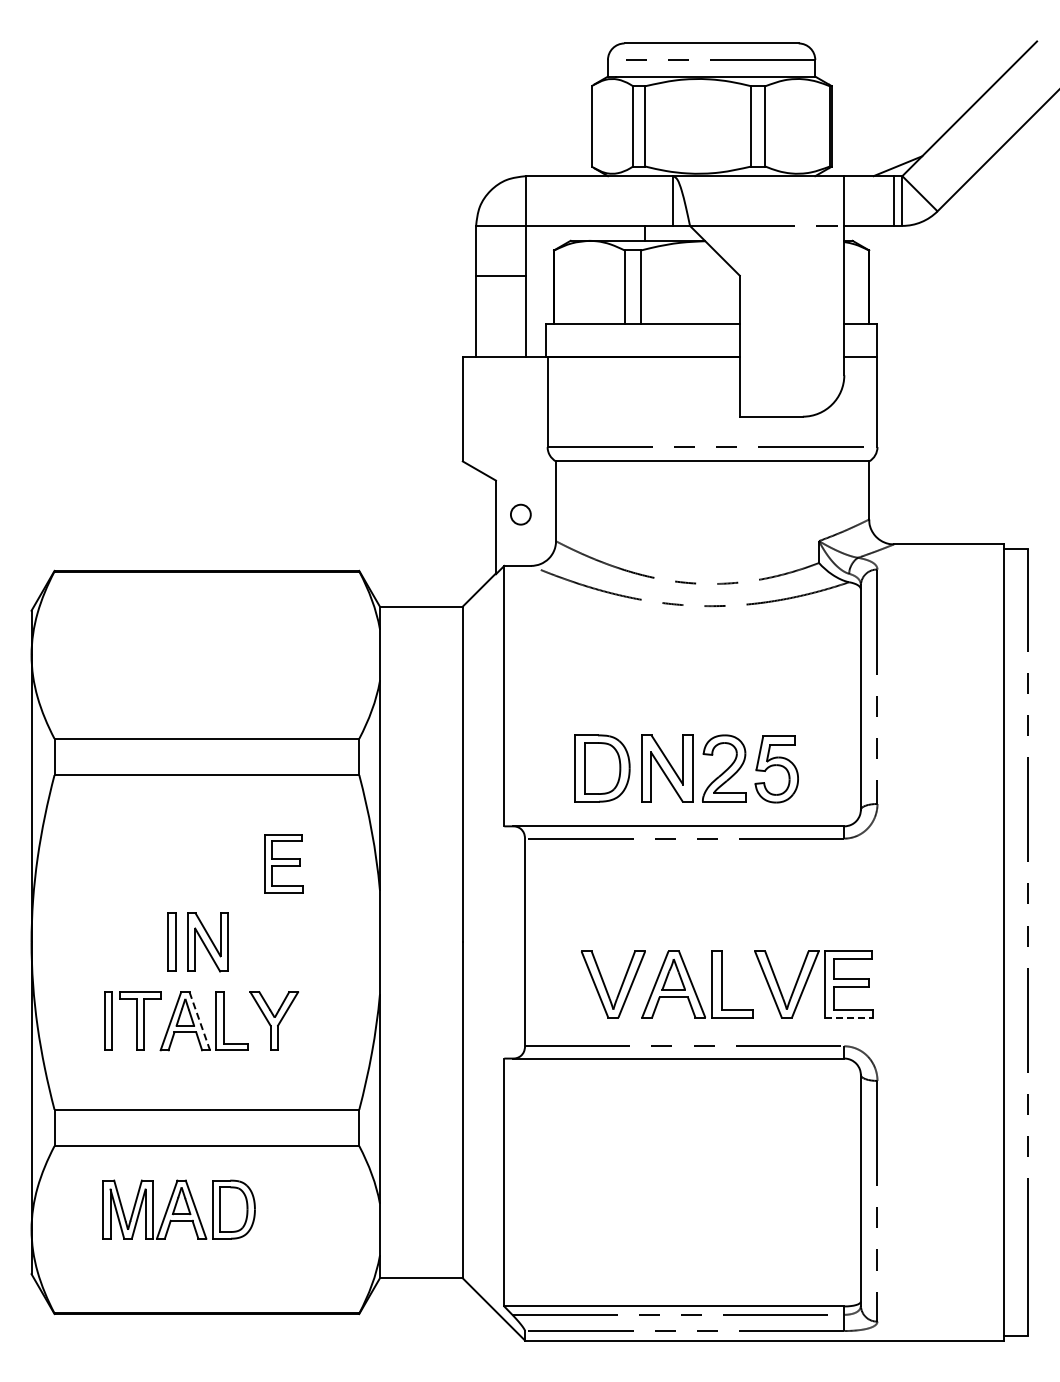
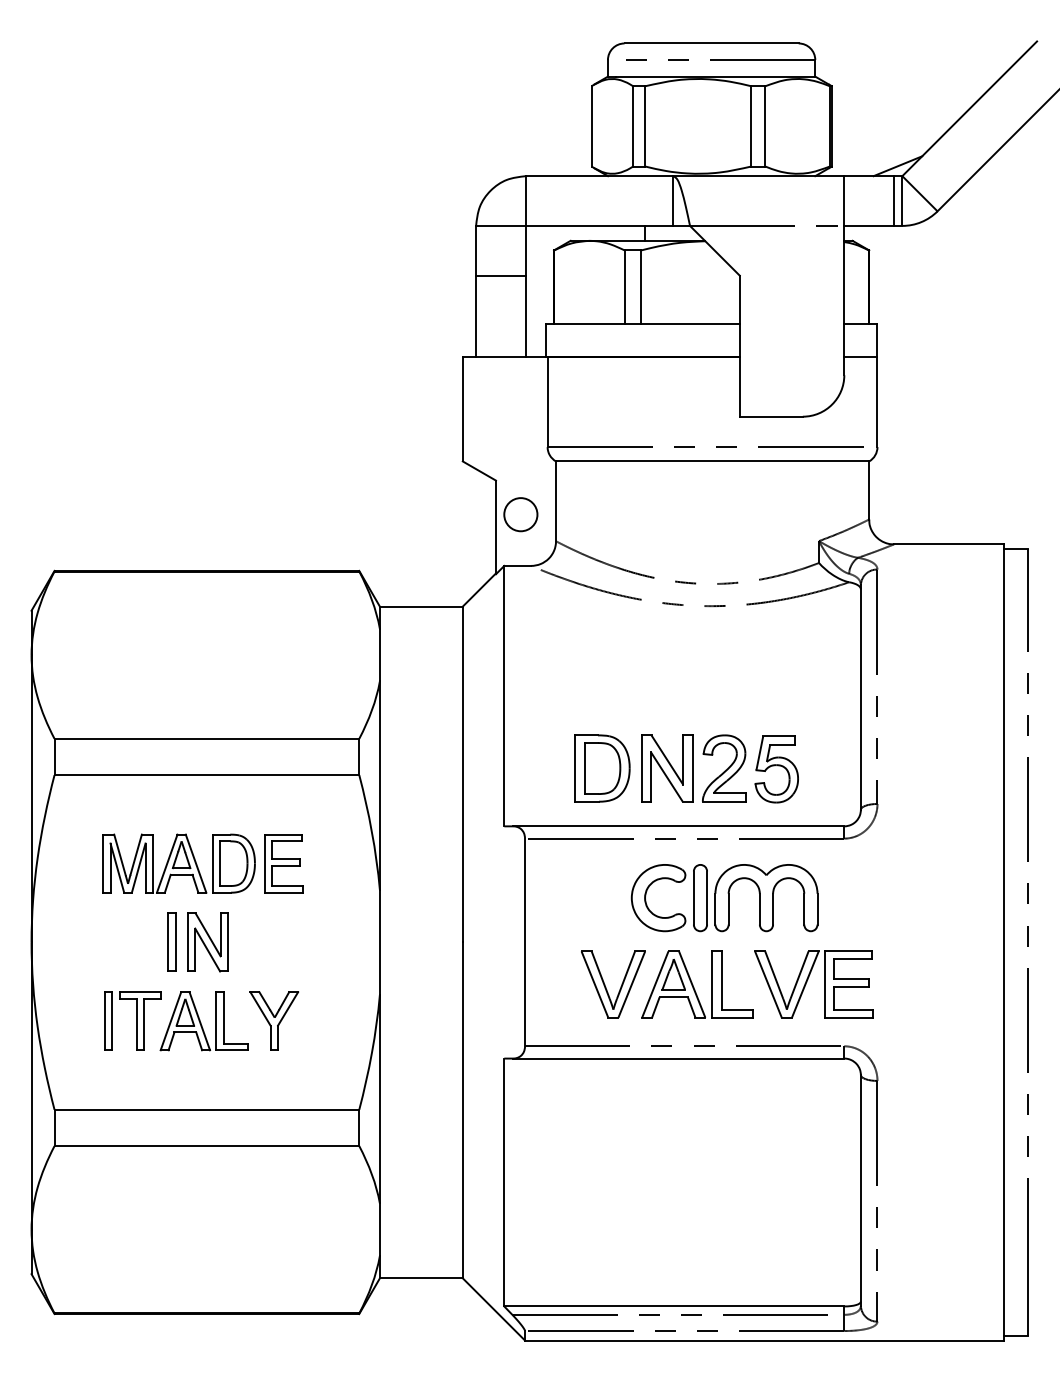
circle at (520, 514) diameter: 20 px -> 33 px
part at (724, 898): none -> present
line at (849, 1017): dashed -> solid
line at (199, 1021): dashed -> solid
part at (178, 1209) position: (178, 1209) -> (178, 863)
